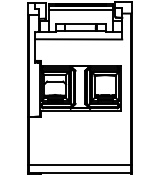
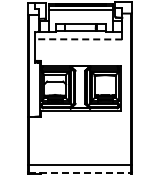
line at (78, 39): solid -> dashed
line at (80, 173): solid -> dashed
